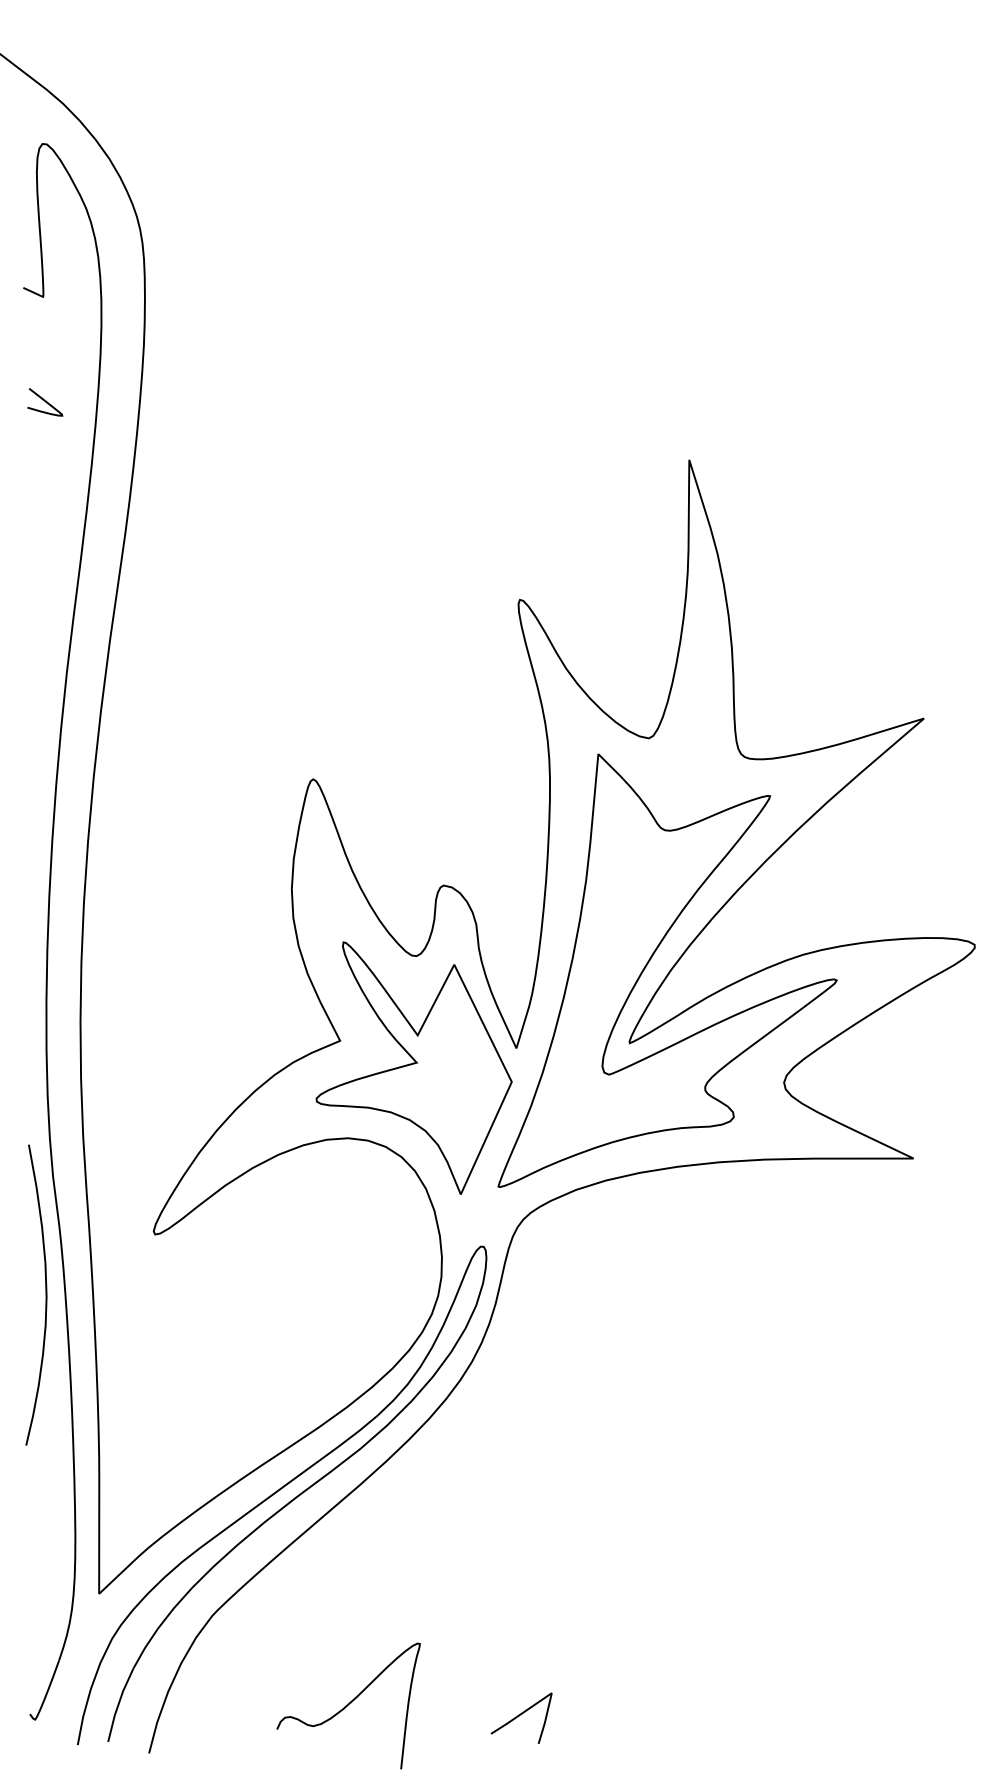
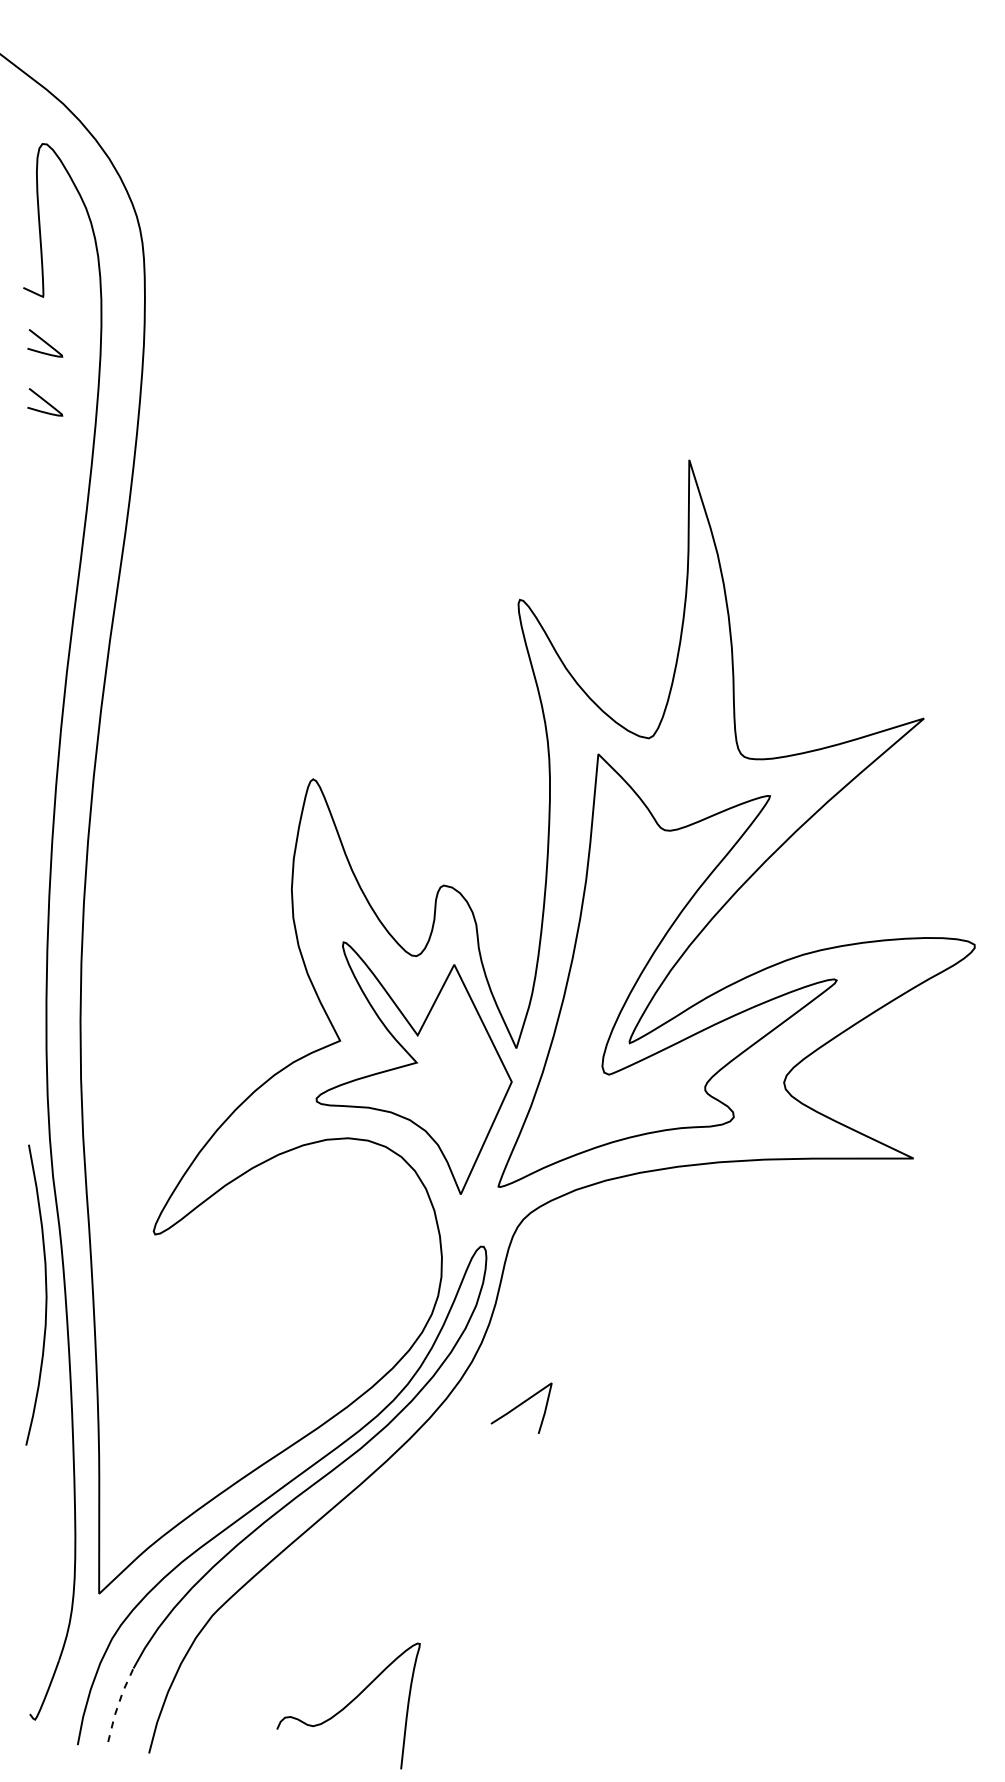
curve at (45, 343): none -> present
line at (118, 1704): solid -> dashed
curve at (520, 1715) position: (520, 1715) -> (520, 1405)
